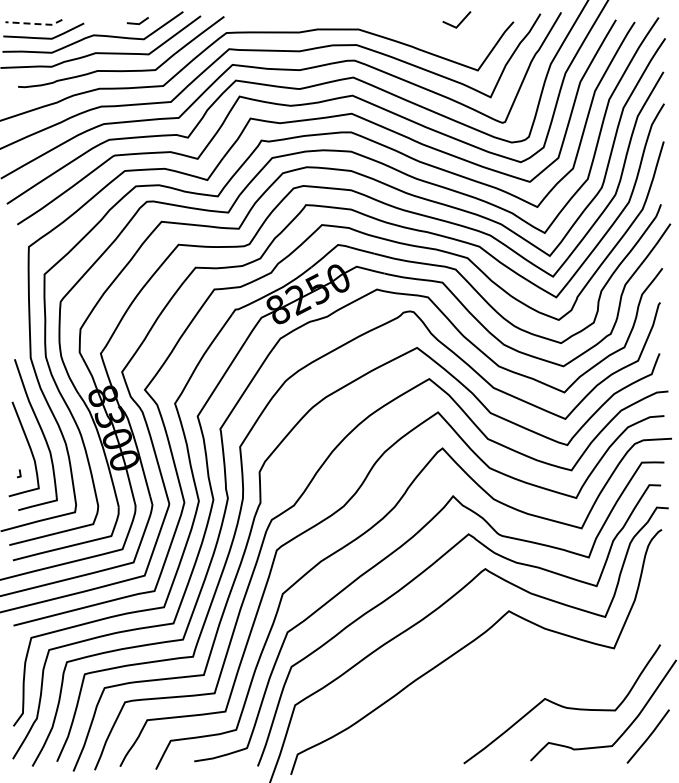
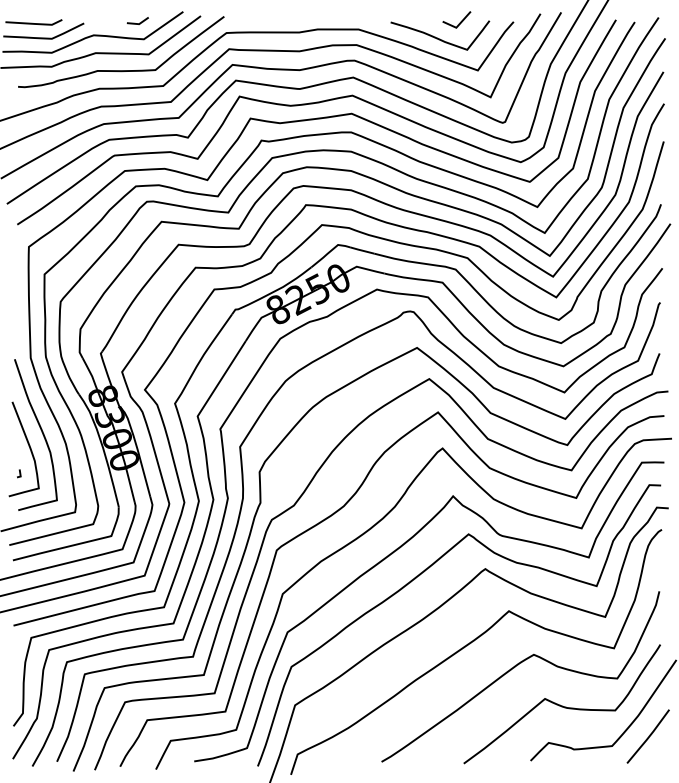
line at (34, 23): dashed -> solid
curve at (440, 38): none -> present
curve at (514, 668): none -> present
